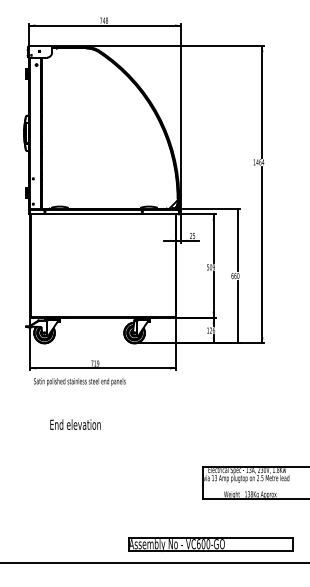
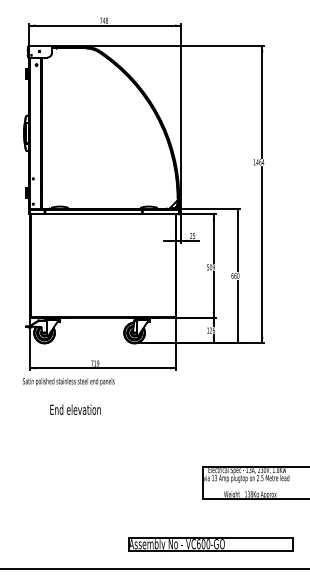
text at (79, 381) position: (79, 381) -> (68, 381)
text at (75, 424) position: (75, 424) -> (75, 409)
line at (154, 563) position: (154, 563) -> (154, 569)
